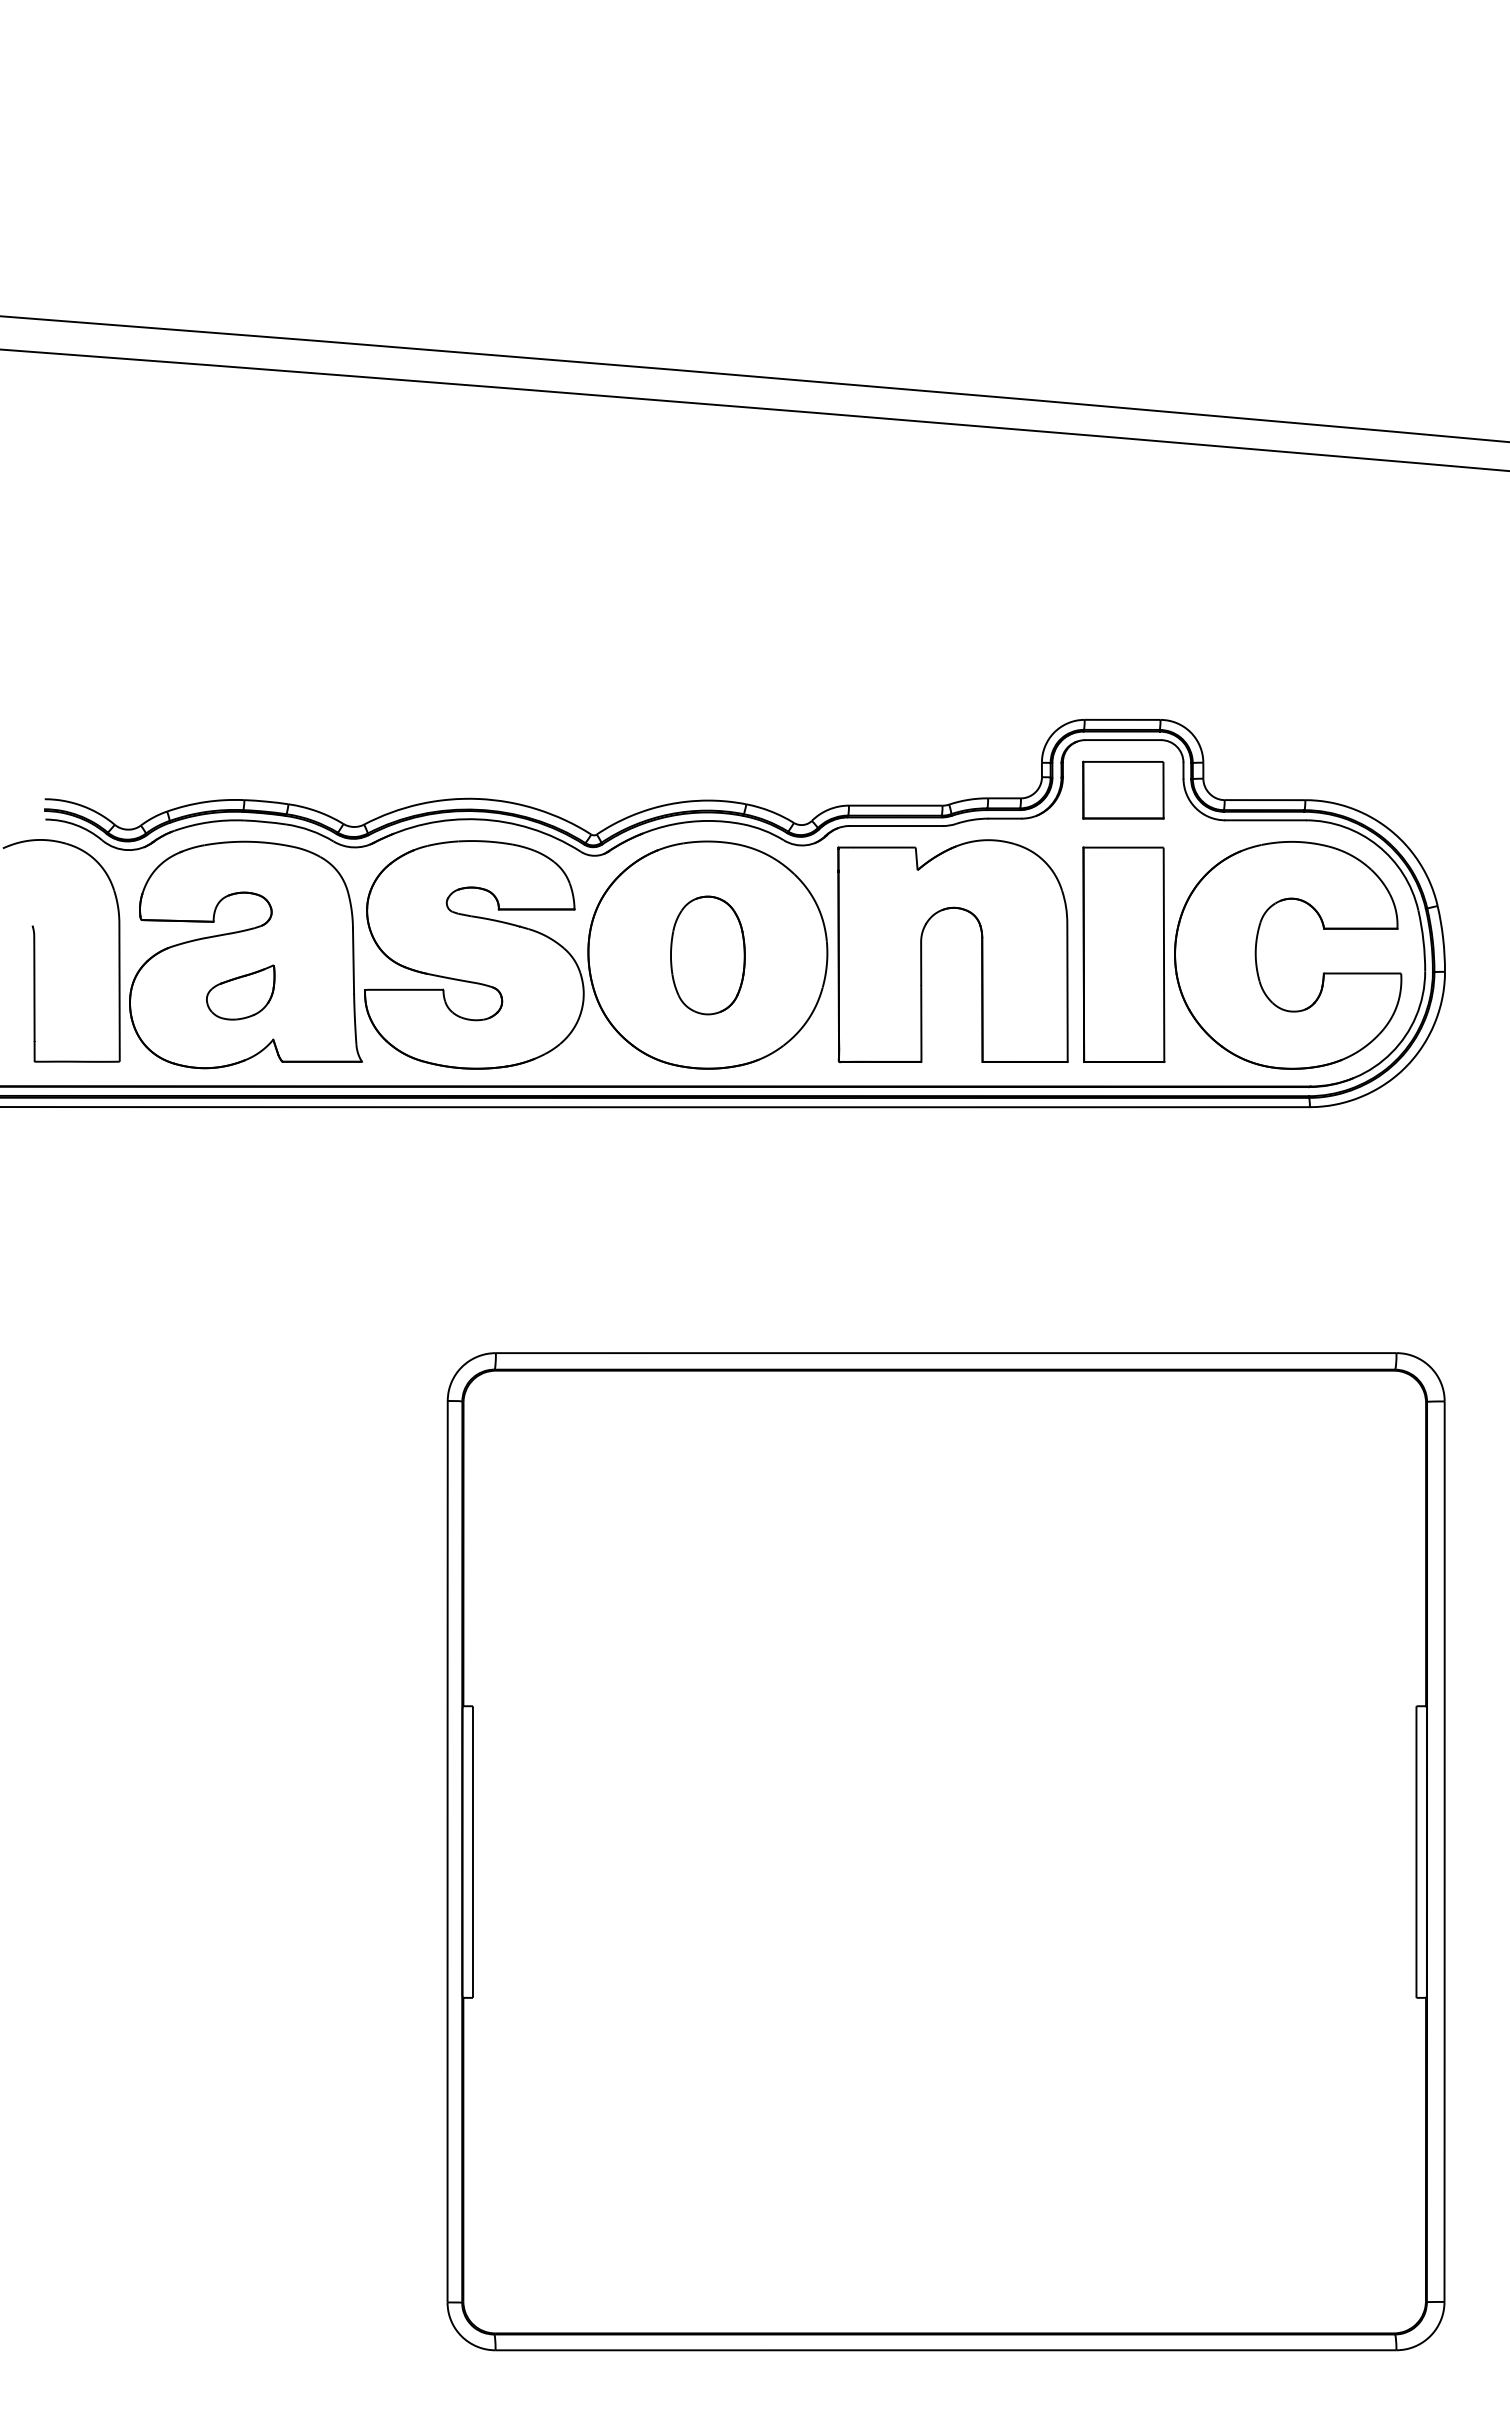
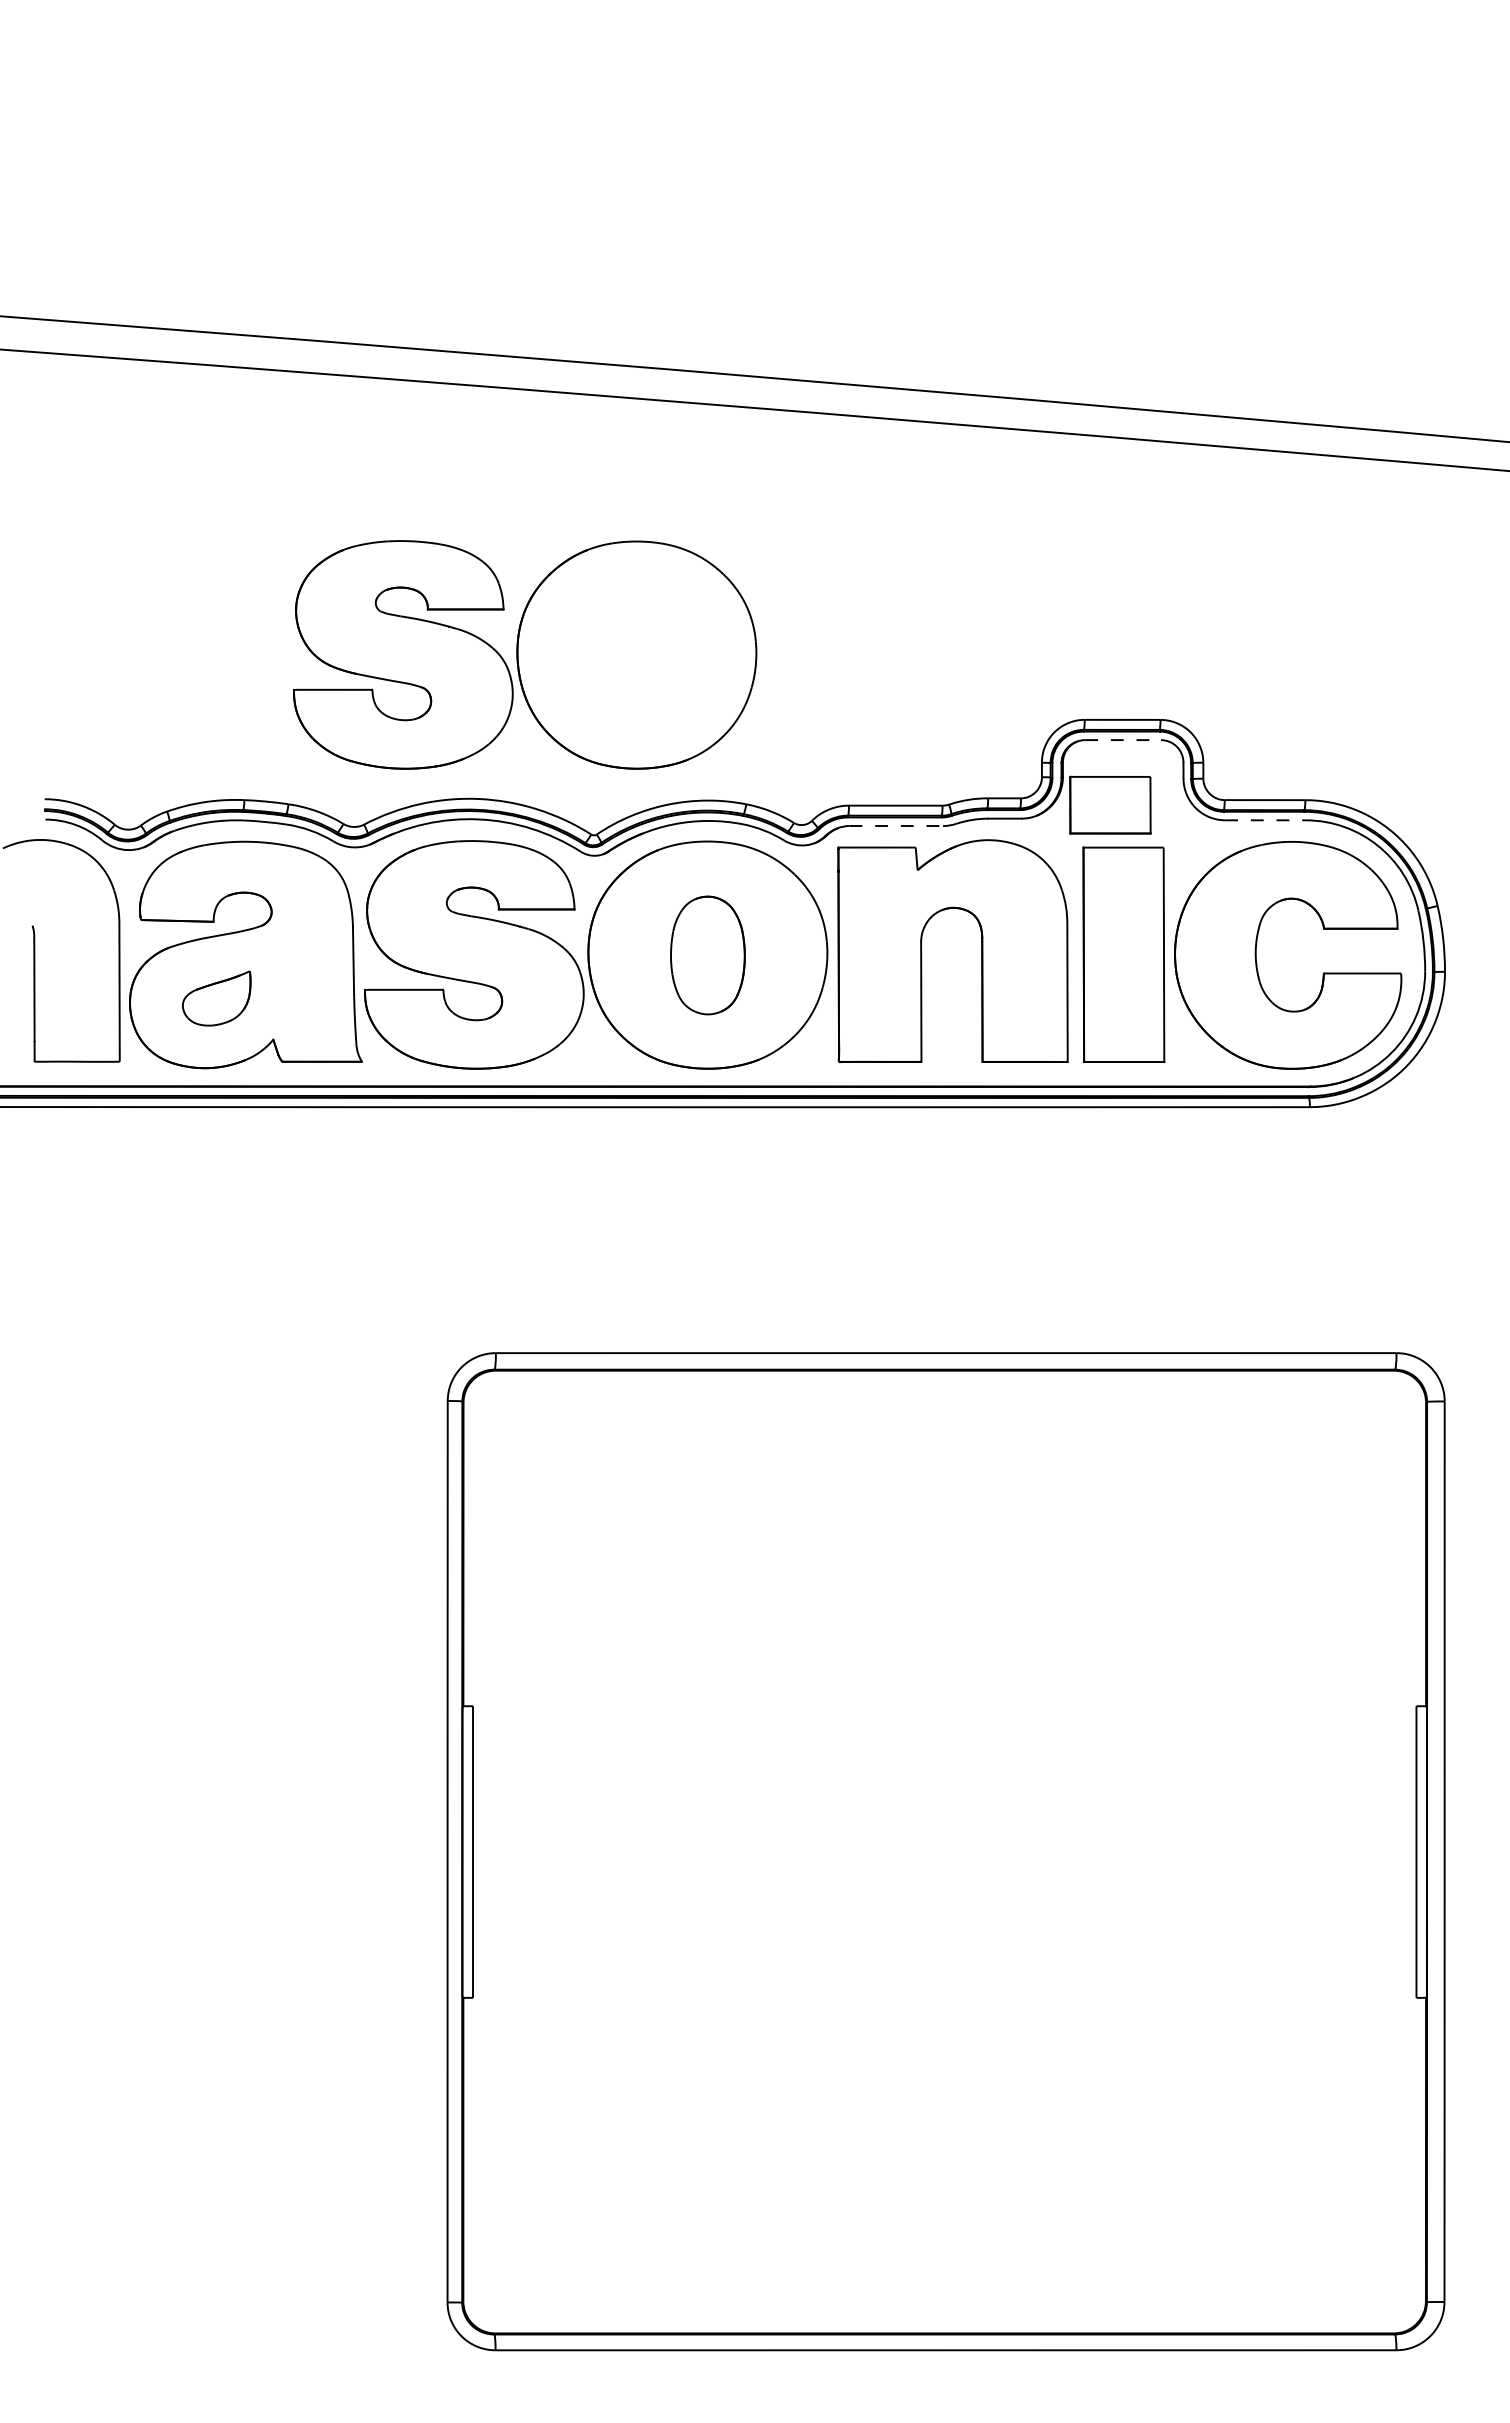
part at (525, 654): none -> present
line at (1123, 740): solid -> dashed
part at (1123, 789) position: (1123, 789) -> (1110, 804)
line at (1266, 820): solid -> dashed
line at (896, 826): solid -> dashed
part at (240, 992) position: (240, 992) -> (216, 998)
